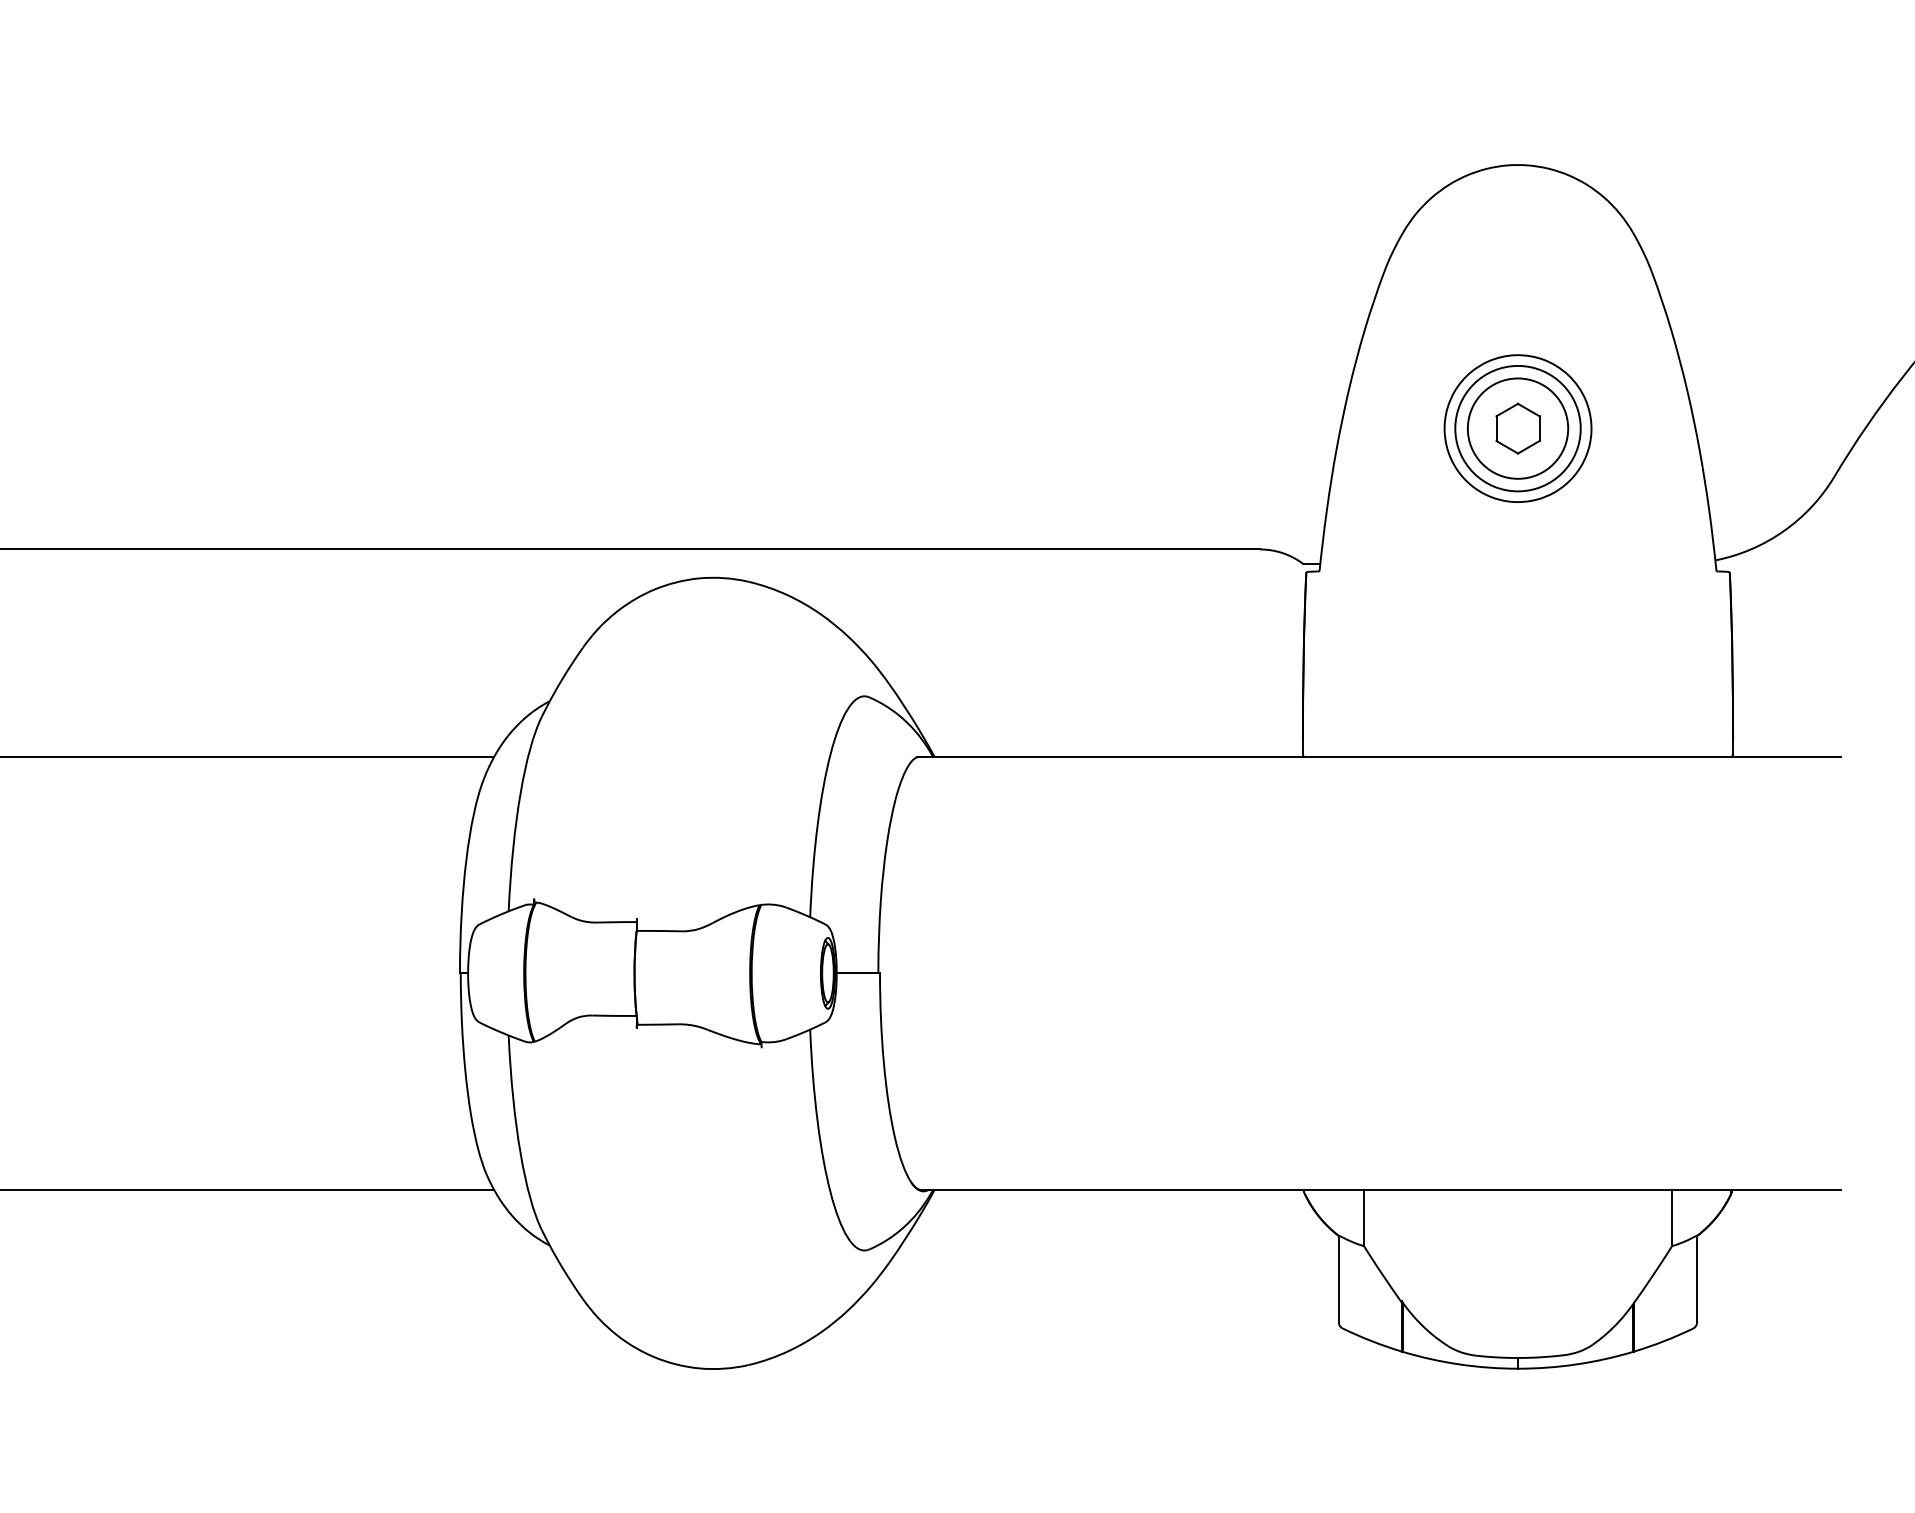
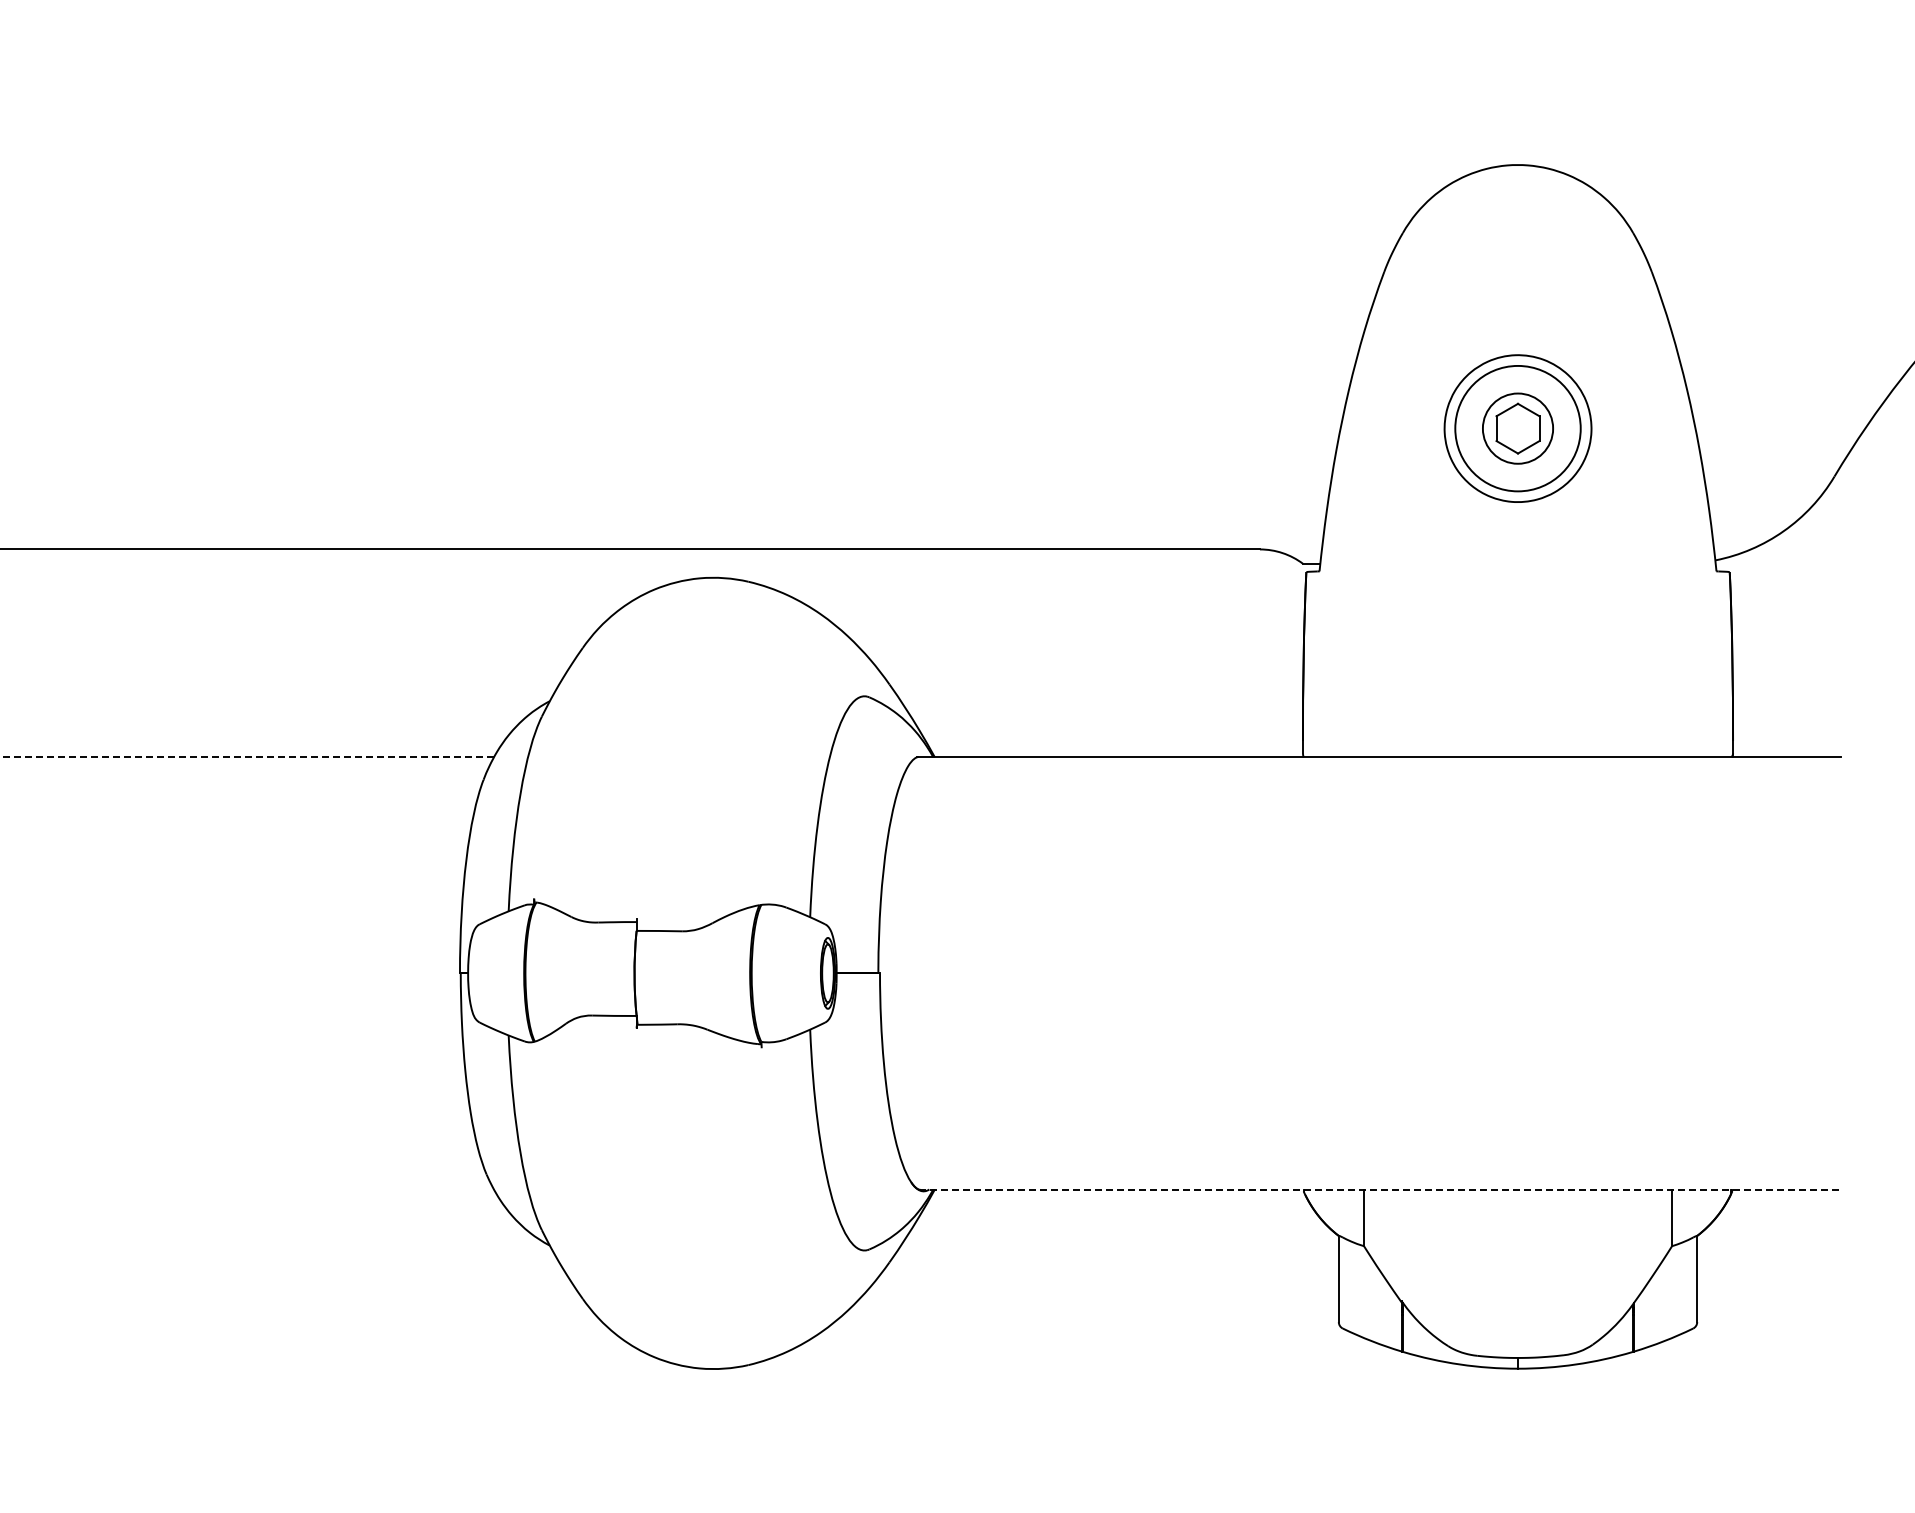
circle at (1517, 428) diameter: 100 px -> 70 px
line at (247, 757): solid -> dashed
line at (247, 1189): present -> none
line at (1379, 1189): solid -> dashed
